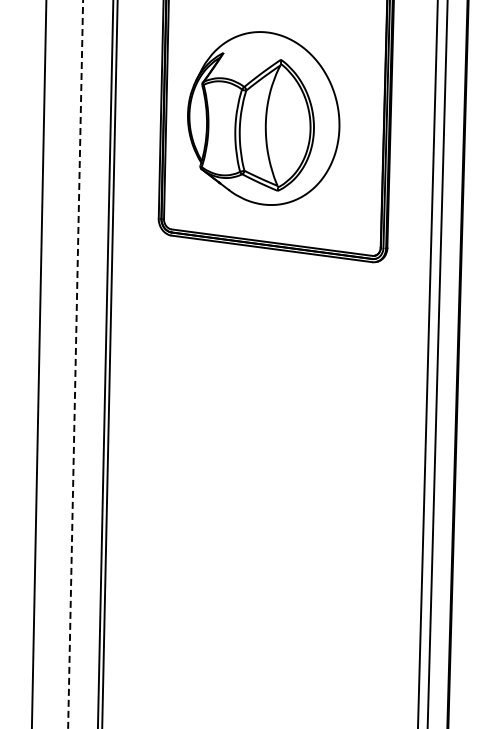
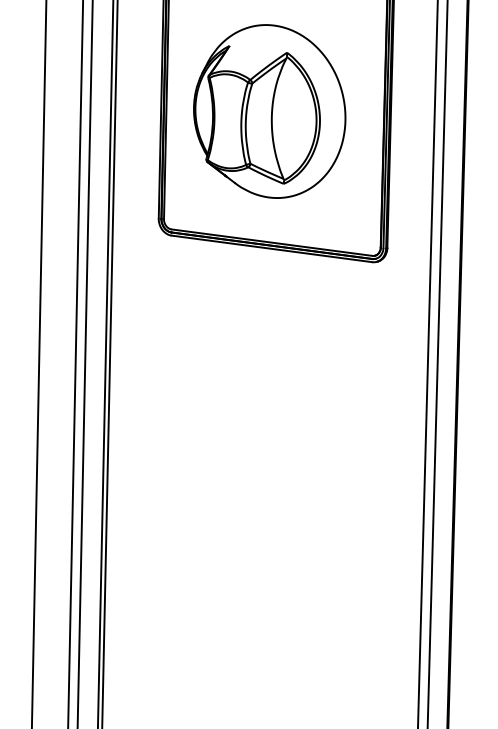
part at (263, 118) position: (263, 118) -> (269, 111)
line at (84, 363): none -> present
line at (75, 364): dashed -> solid
